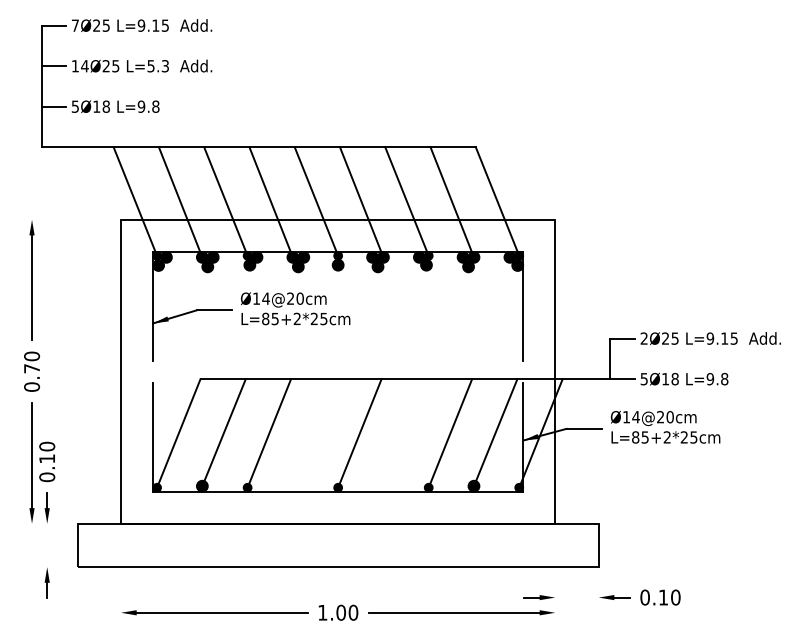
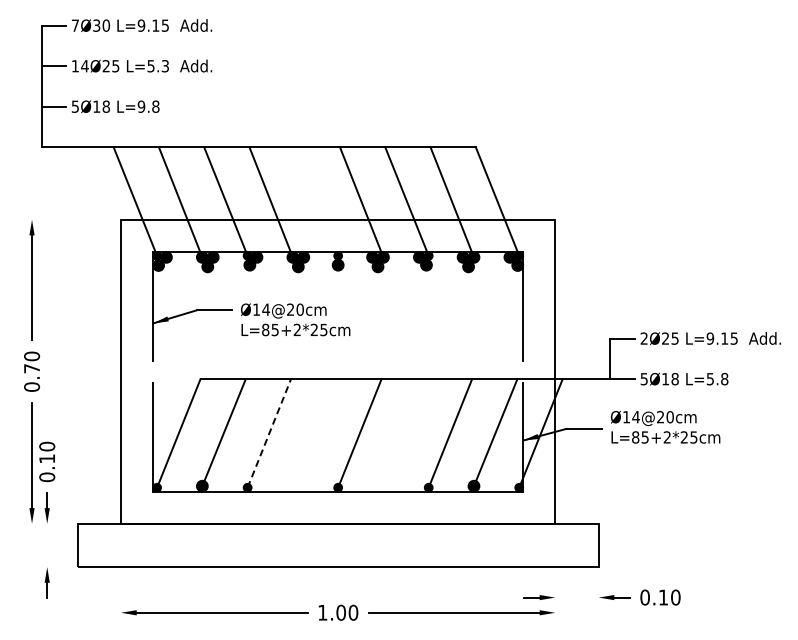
text at (101, 25): 7Ø25 -> 7Ø30
line at (316, 201): present -> none
text at (295, 308) position: (295, 308) -> (295, 319)
text at (710, 379): L=9.8 -> L=5.8
line at (269, 432): solid -> dashed
